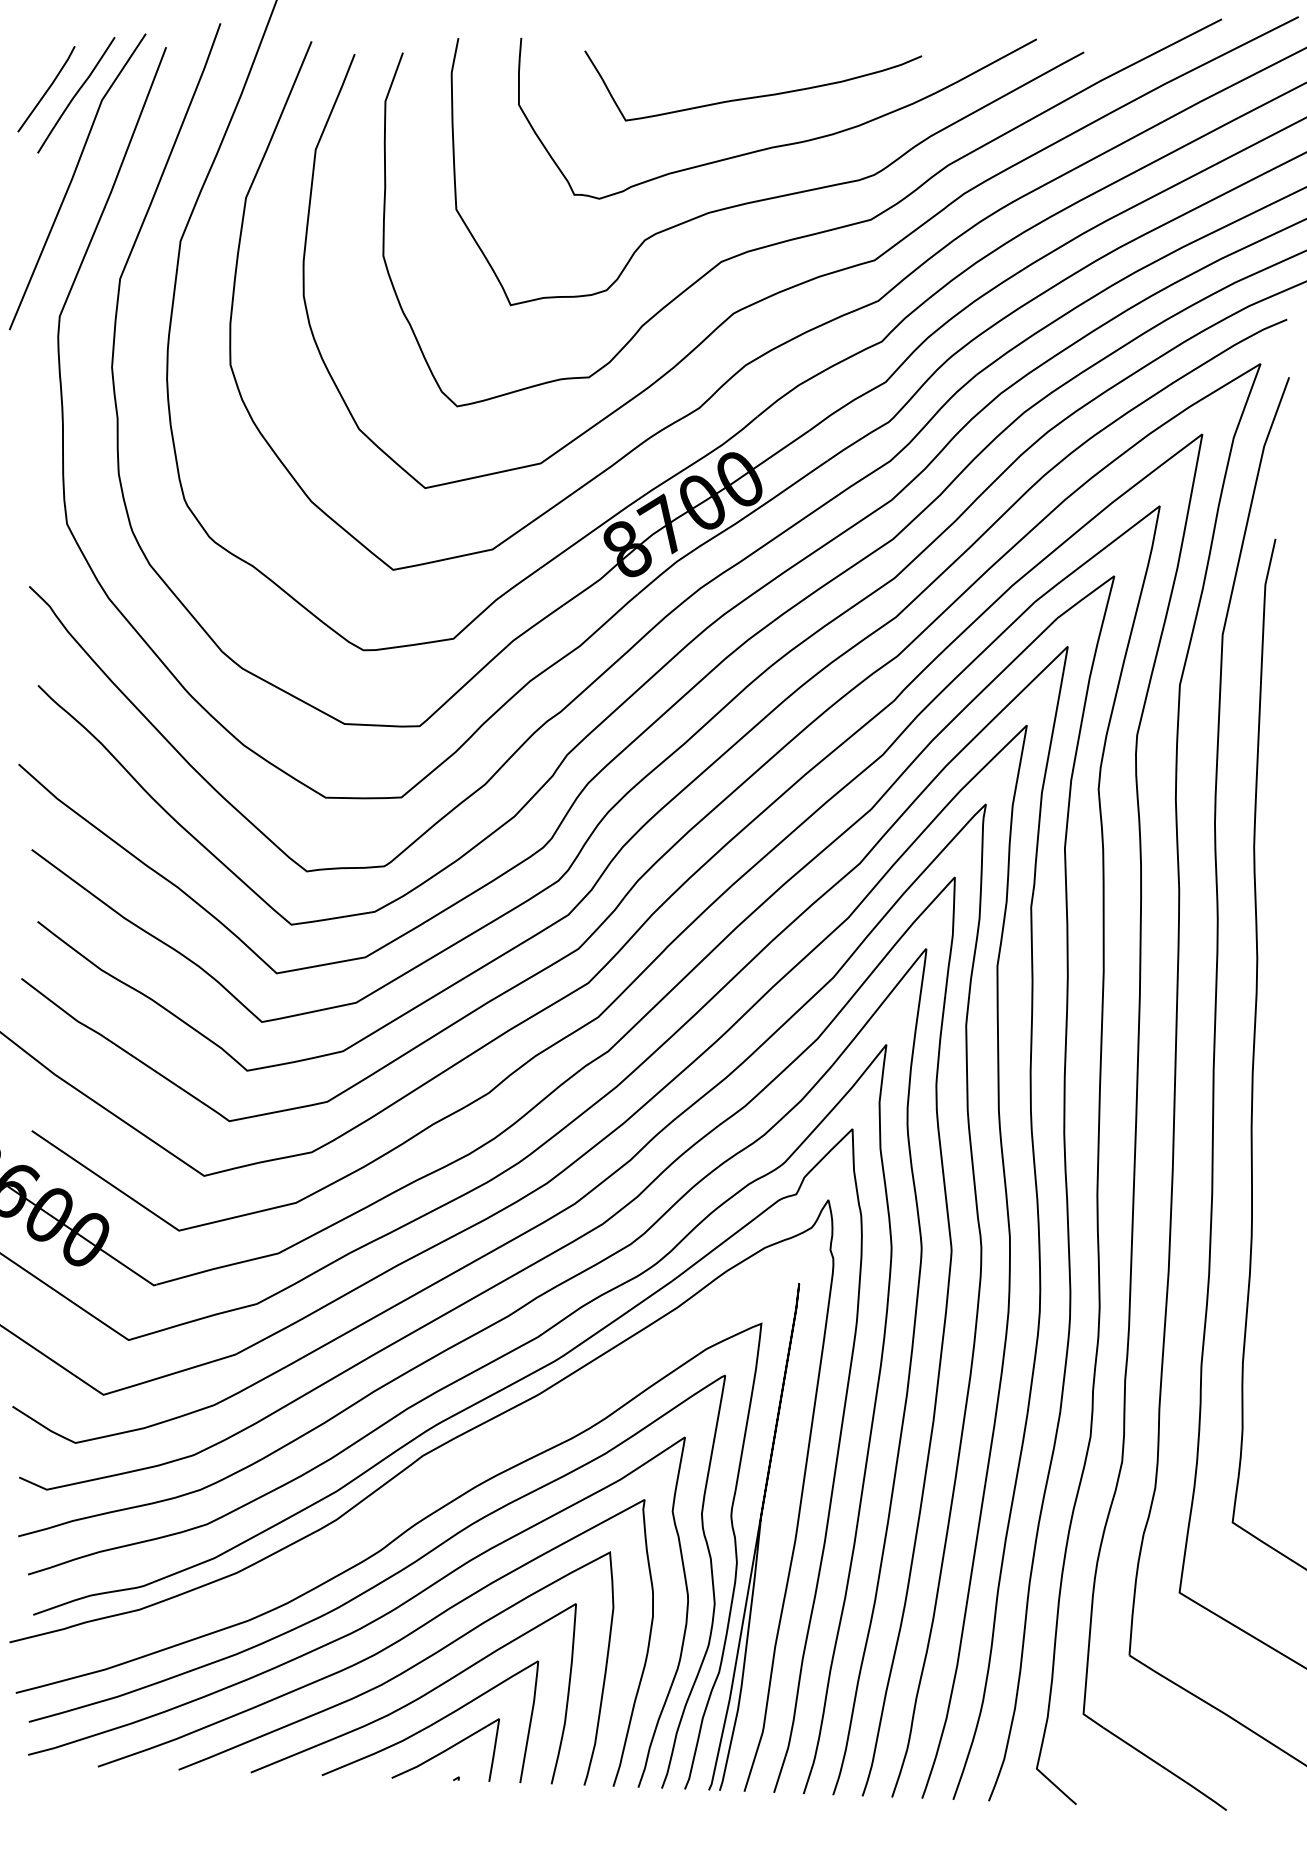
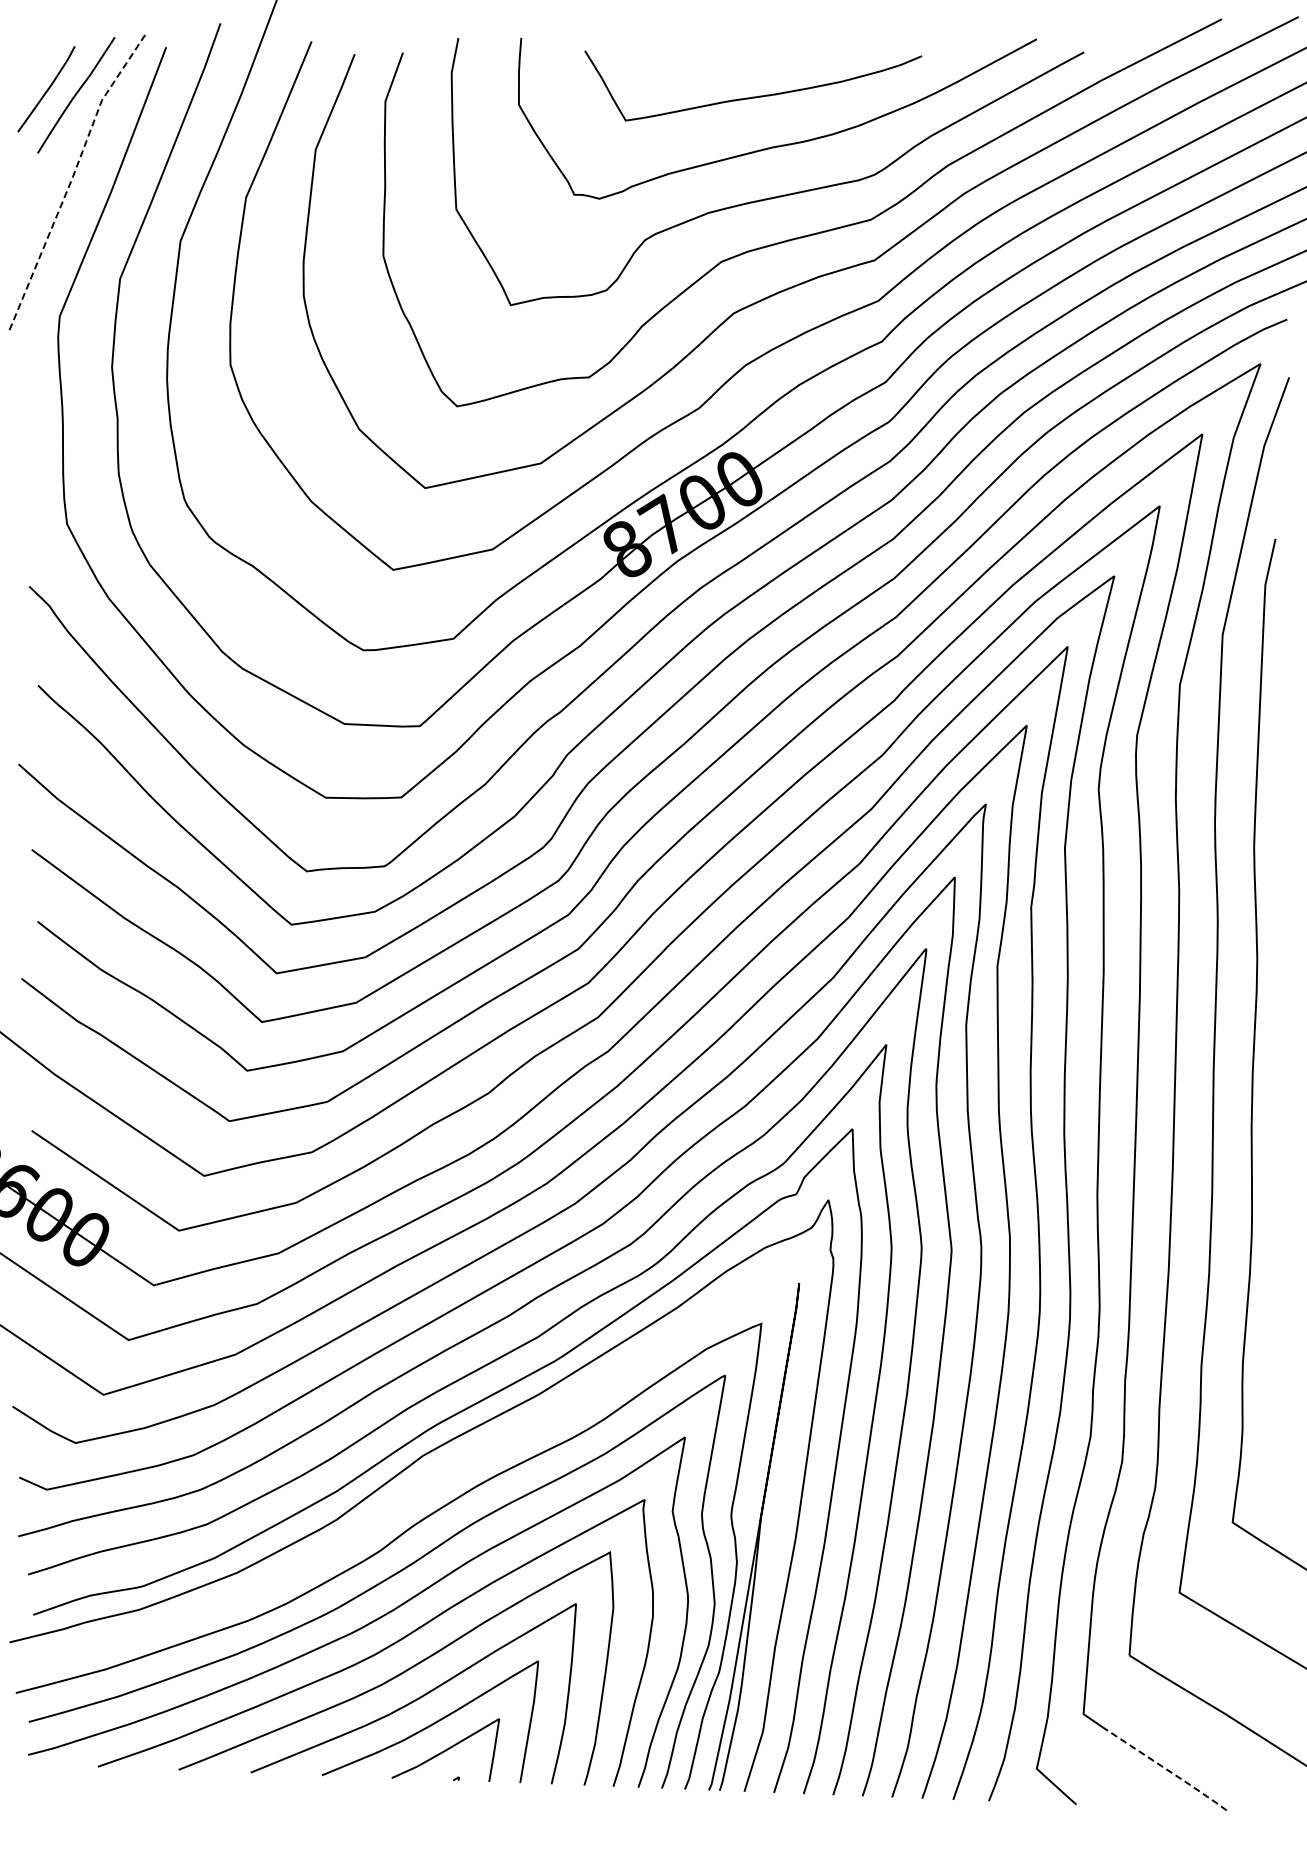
line at (72, 178): solid -> dashed
line at (1166, 1769): solid -> dashed
